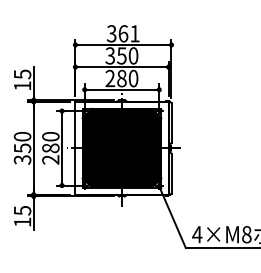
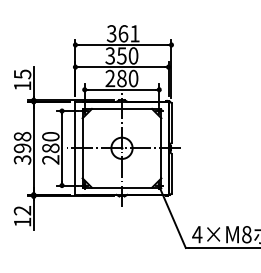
text at (22, 142): 350 -> 398
hatch at (121, 147): present -> none
text at (22, 210): 15 -> 12
